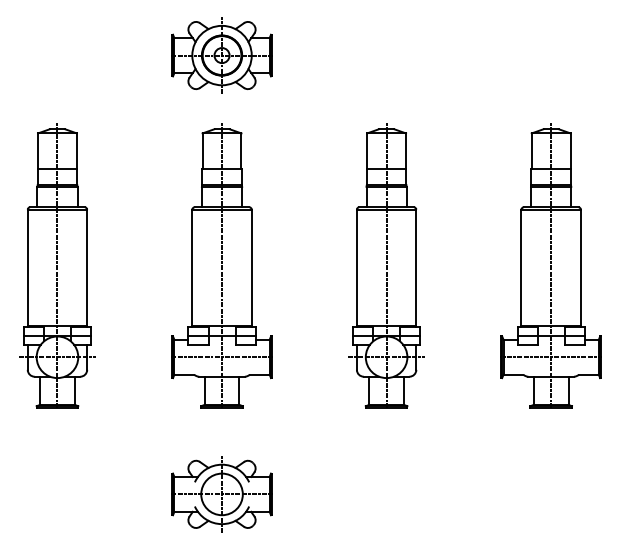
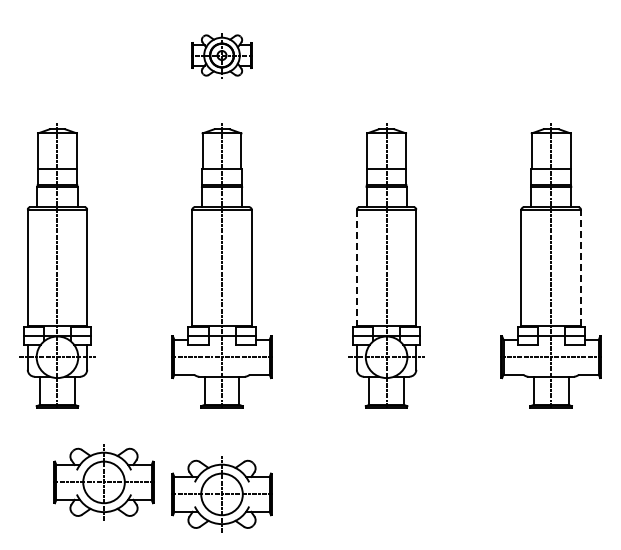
part at (221, 55) size: 102x77 px -> 62x46 px
line at (580, 267): solid -> dashed
line at (356, 268): solid -> dashed
part at (103, 482): none -> present
